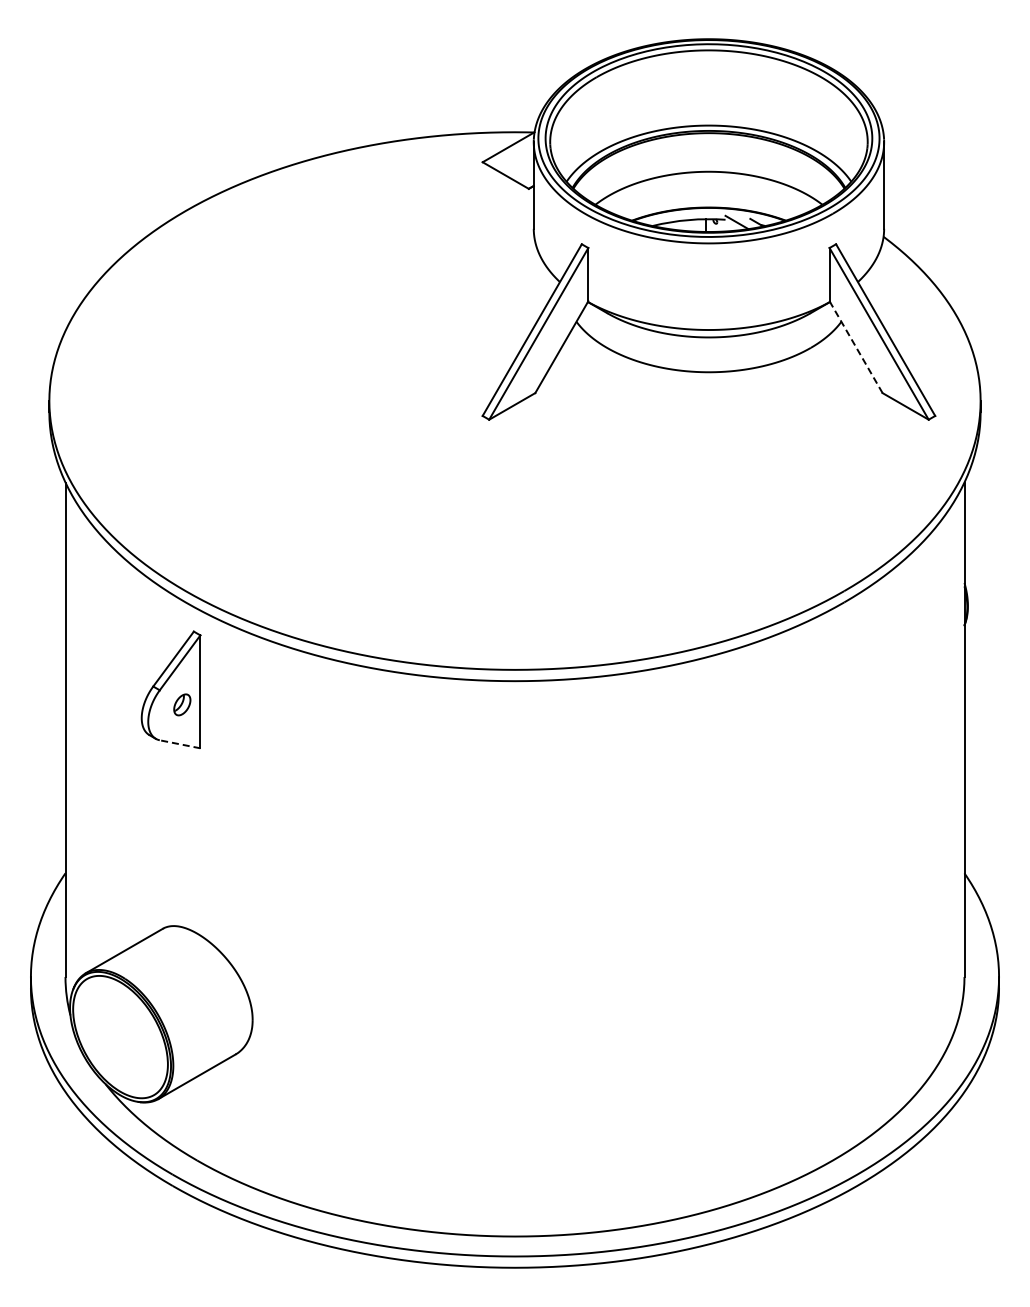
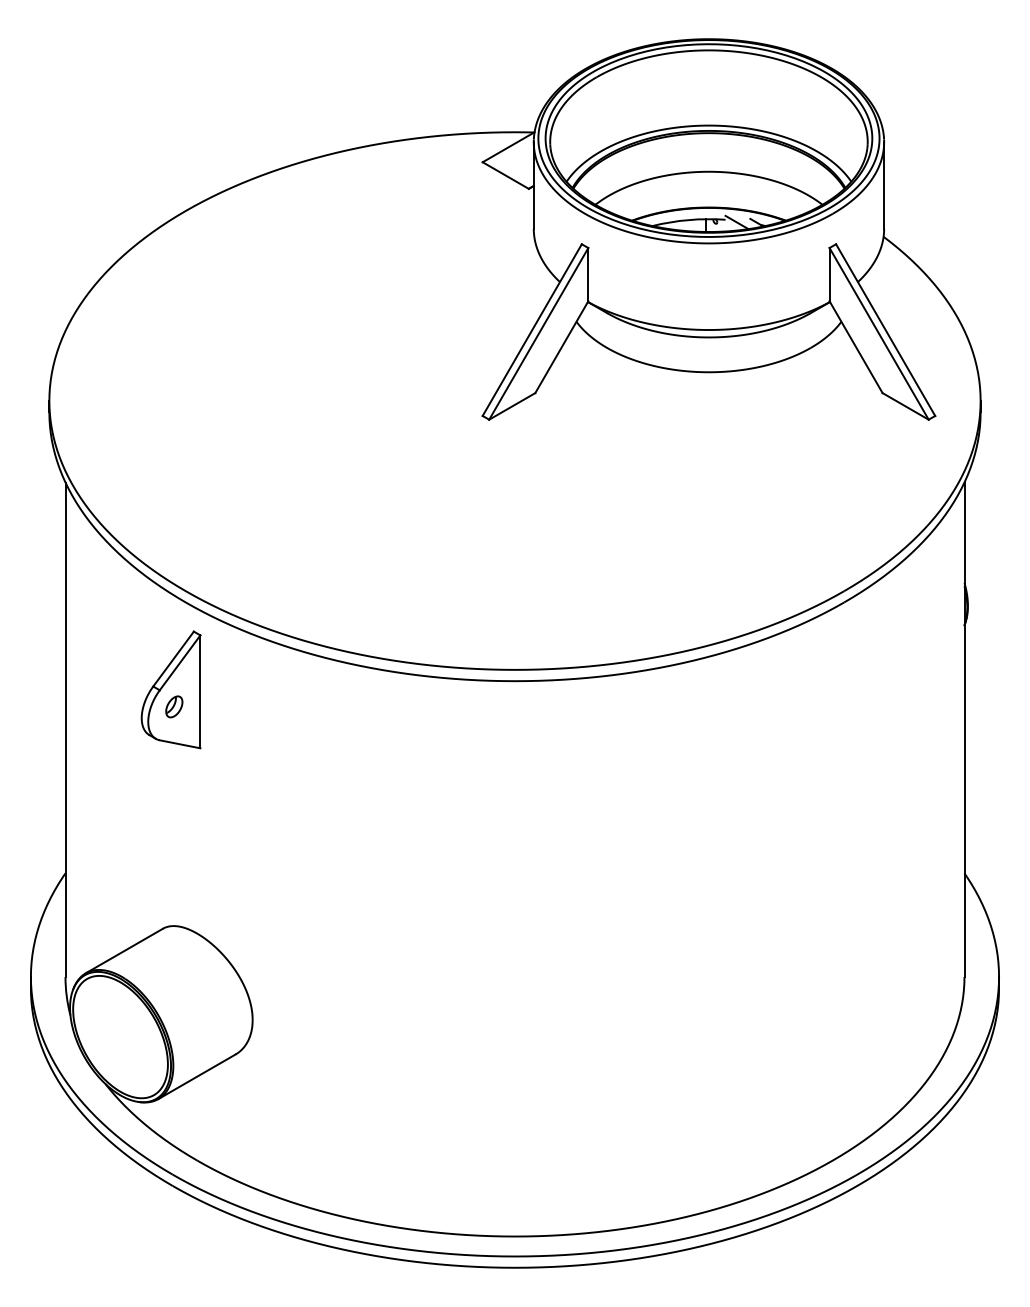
line at (855, 346): dashed -> solid
part at (182, 704) position: (182, 704) -> (174, 706)
line at (180, 744): dashed -> solid
